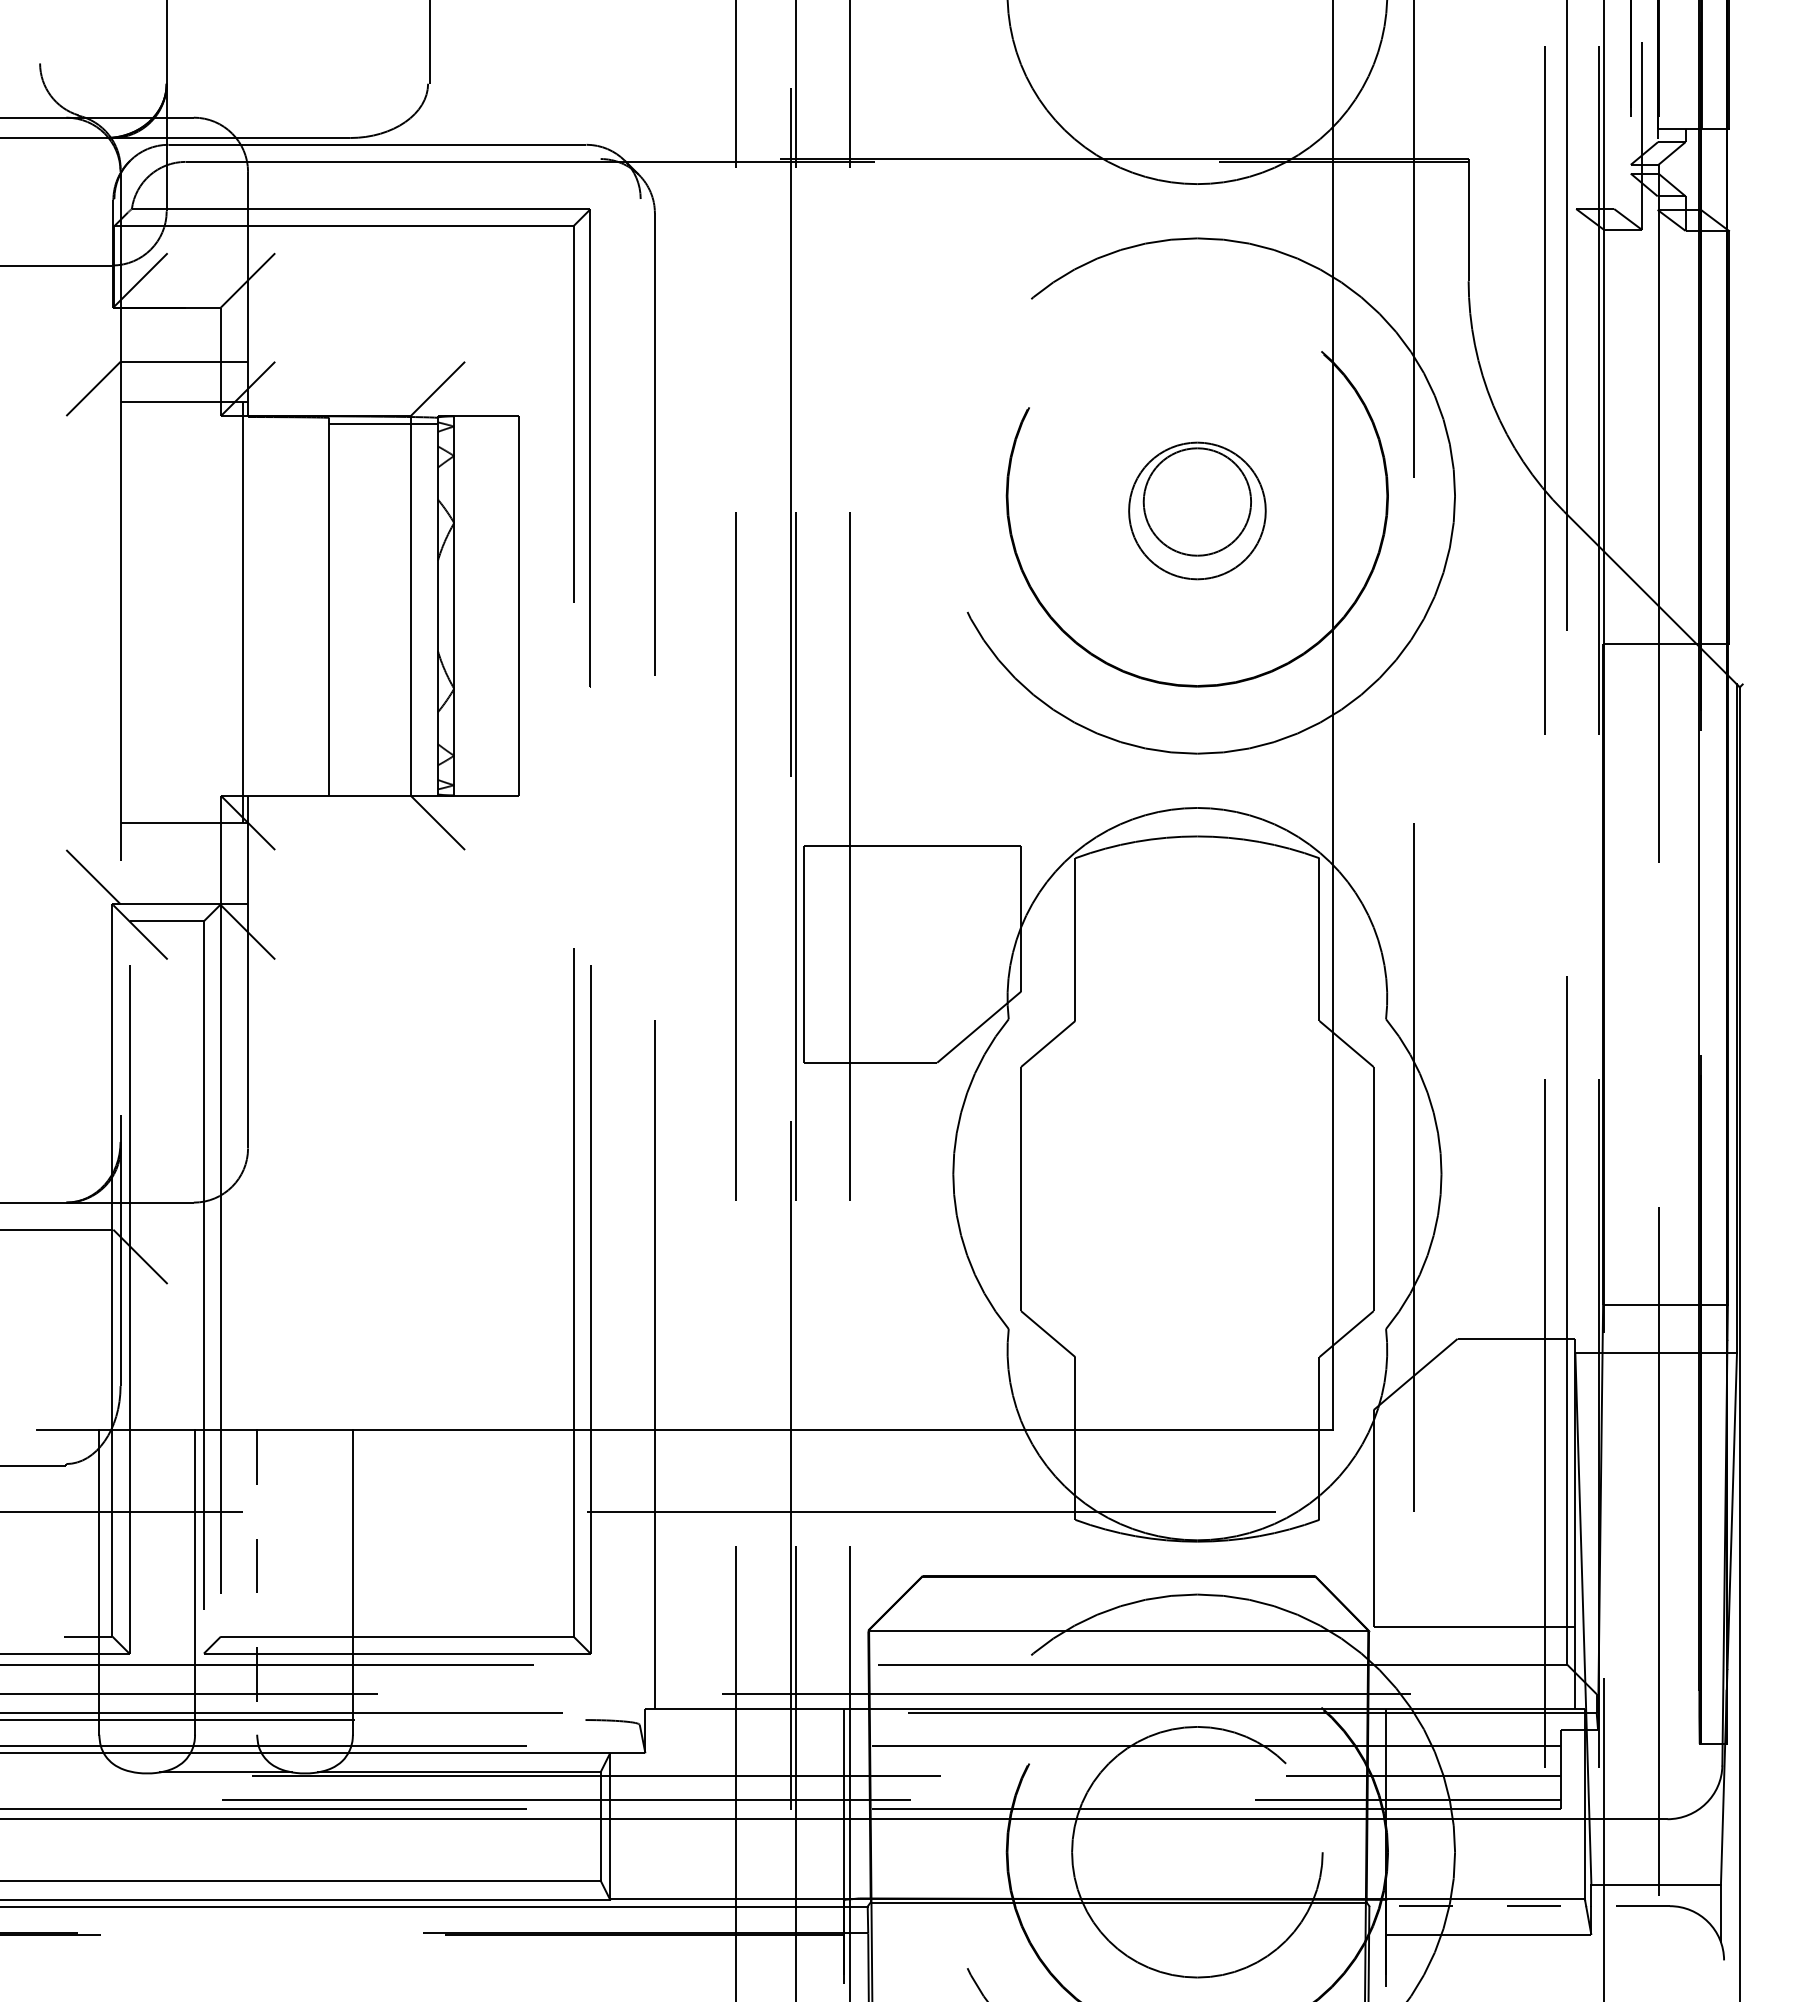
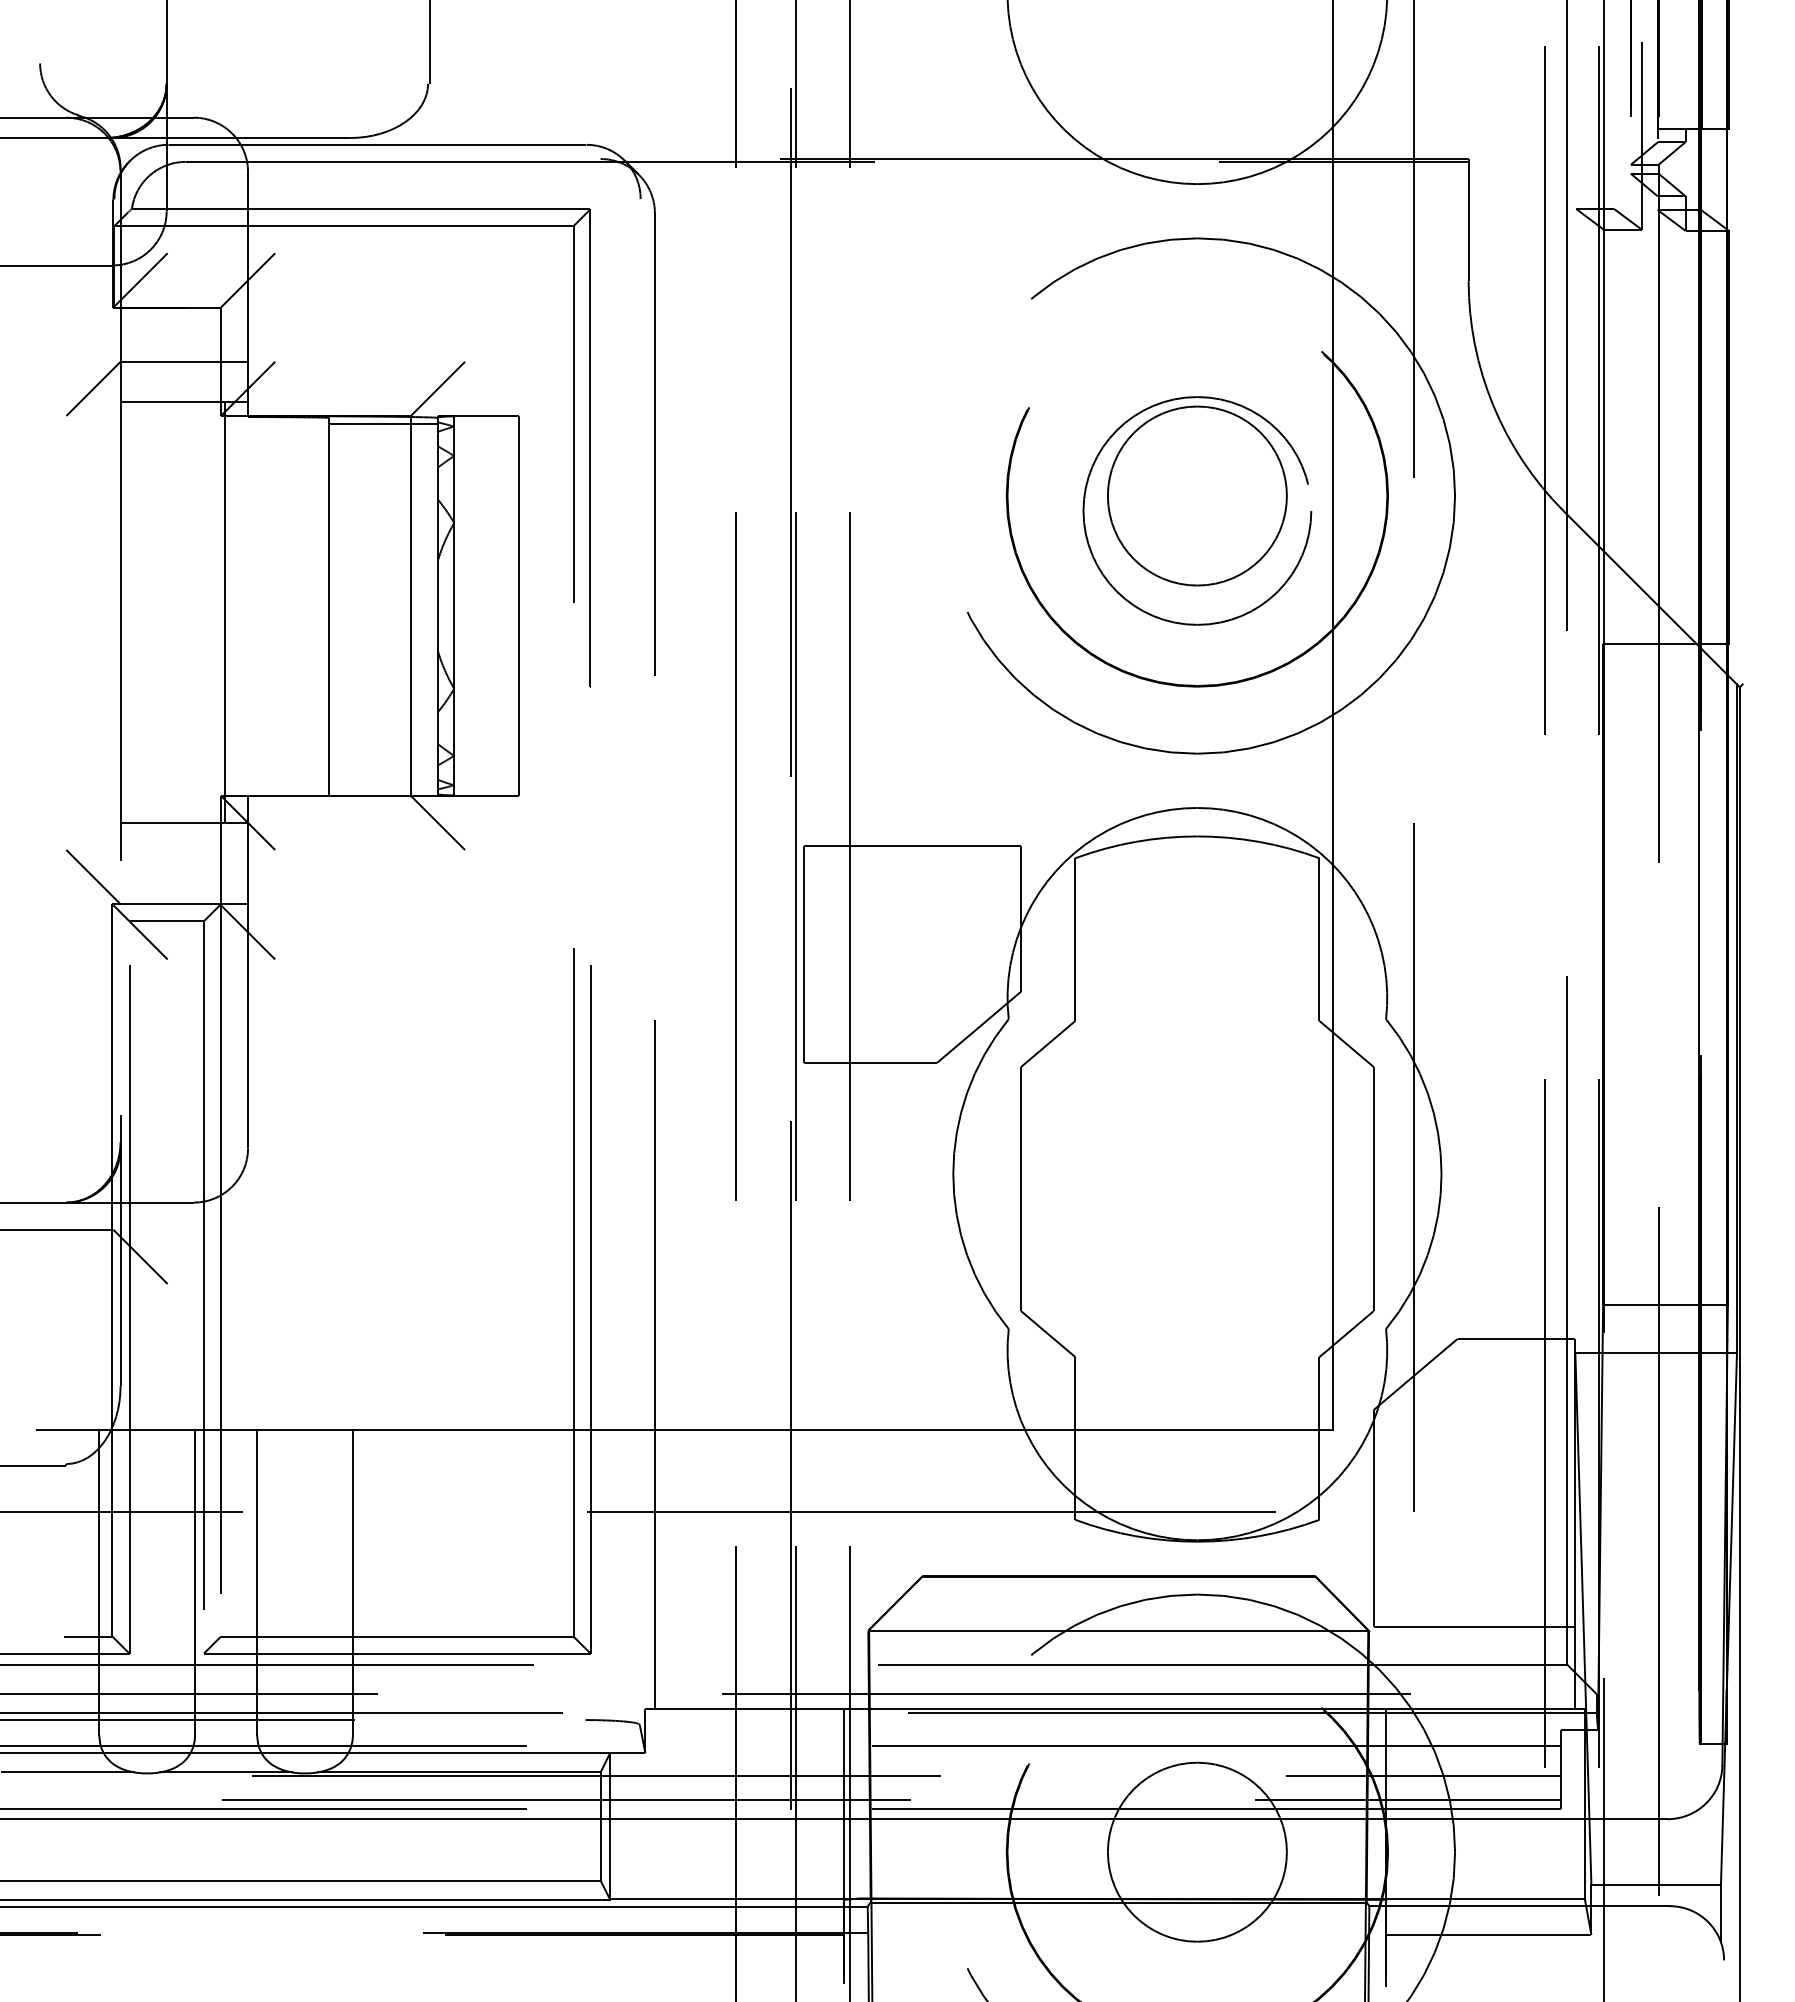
part at (1197, 510) size: 139x140 px -> 231x230 px
line at (243, 612) position: (243, 612) -> (225, 612)
line at (257, 1583): dashed -> solid
line at (68, 1772): none -> present
circle at (1197, 1851) diameter: 251 px -> 179 px
line at (1519, 1906): dashed -> solid
